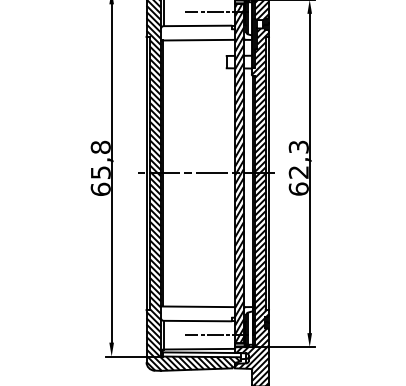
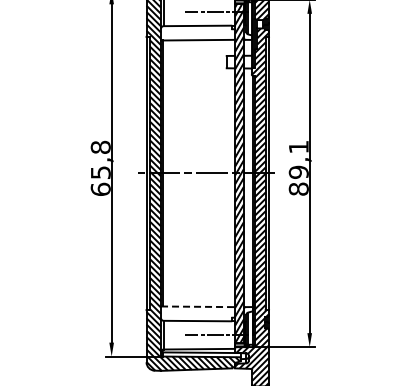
text at (298, 167): 62,3 -> 89,1
line at (198, 306): solid -> dashed
